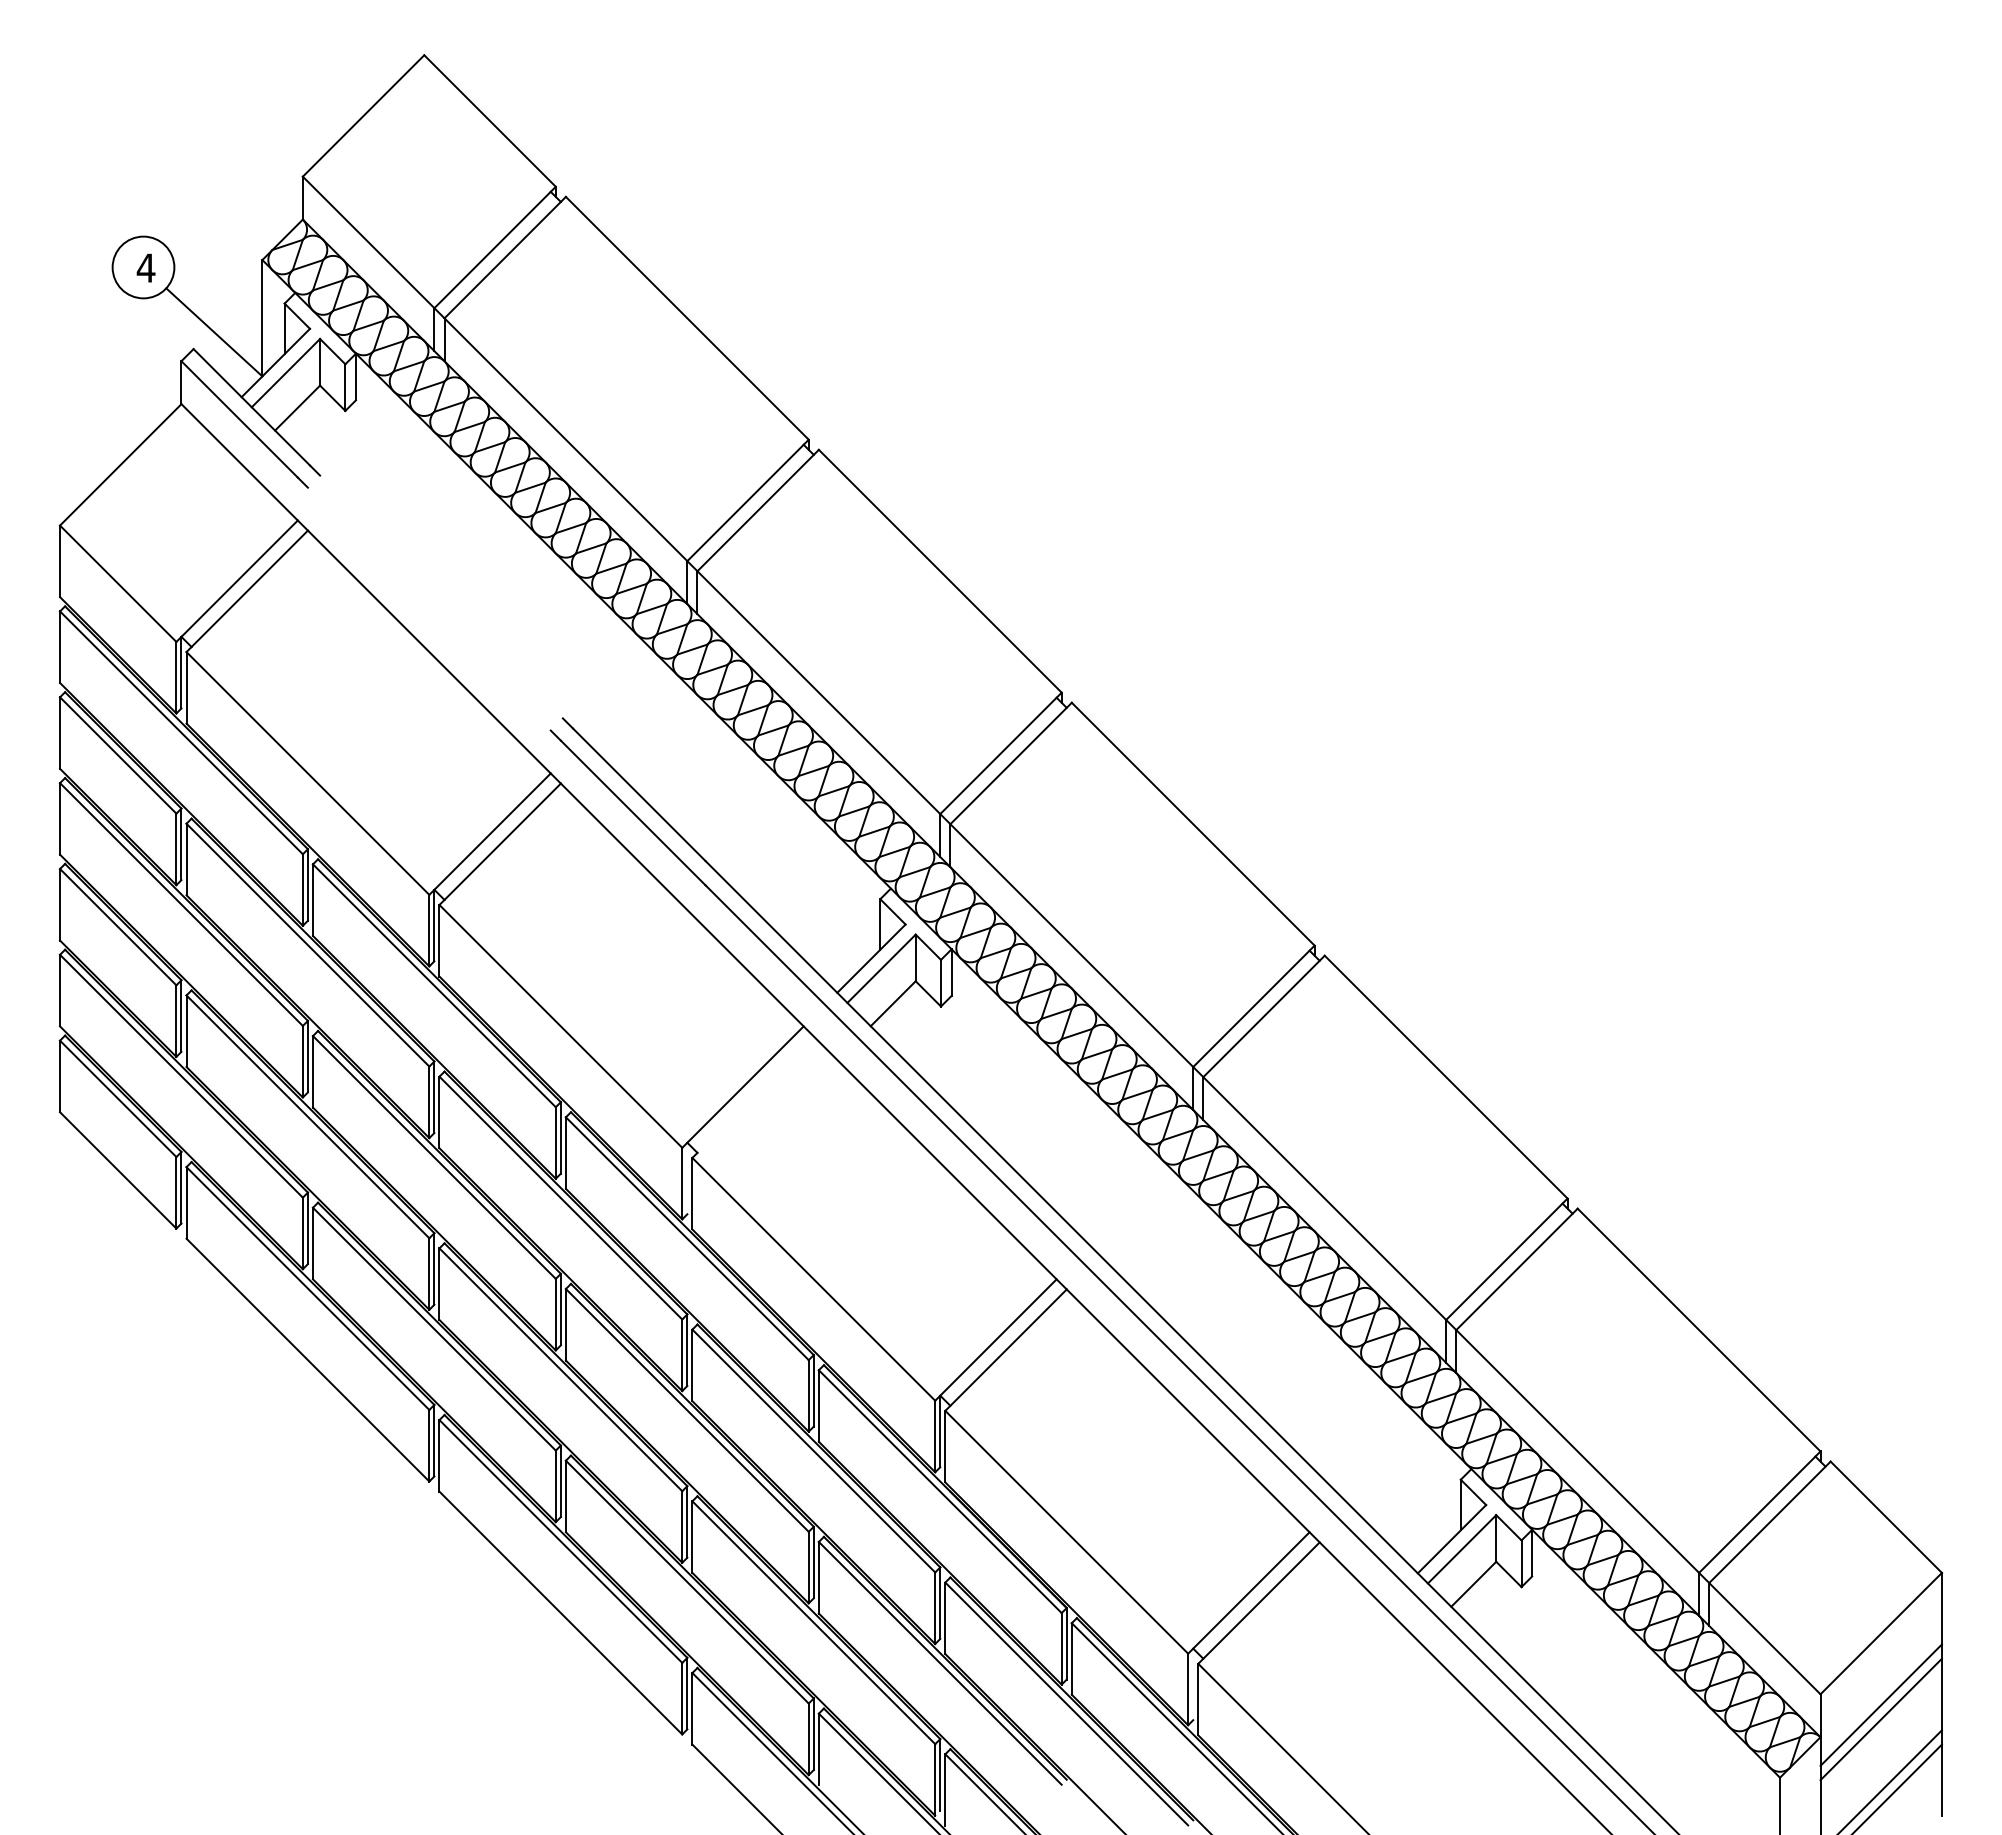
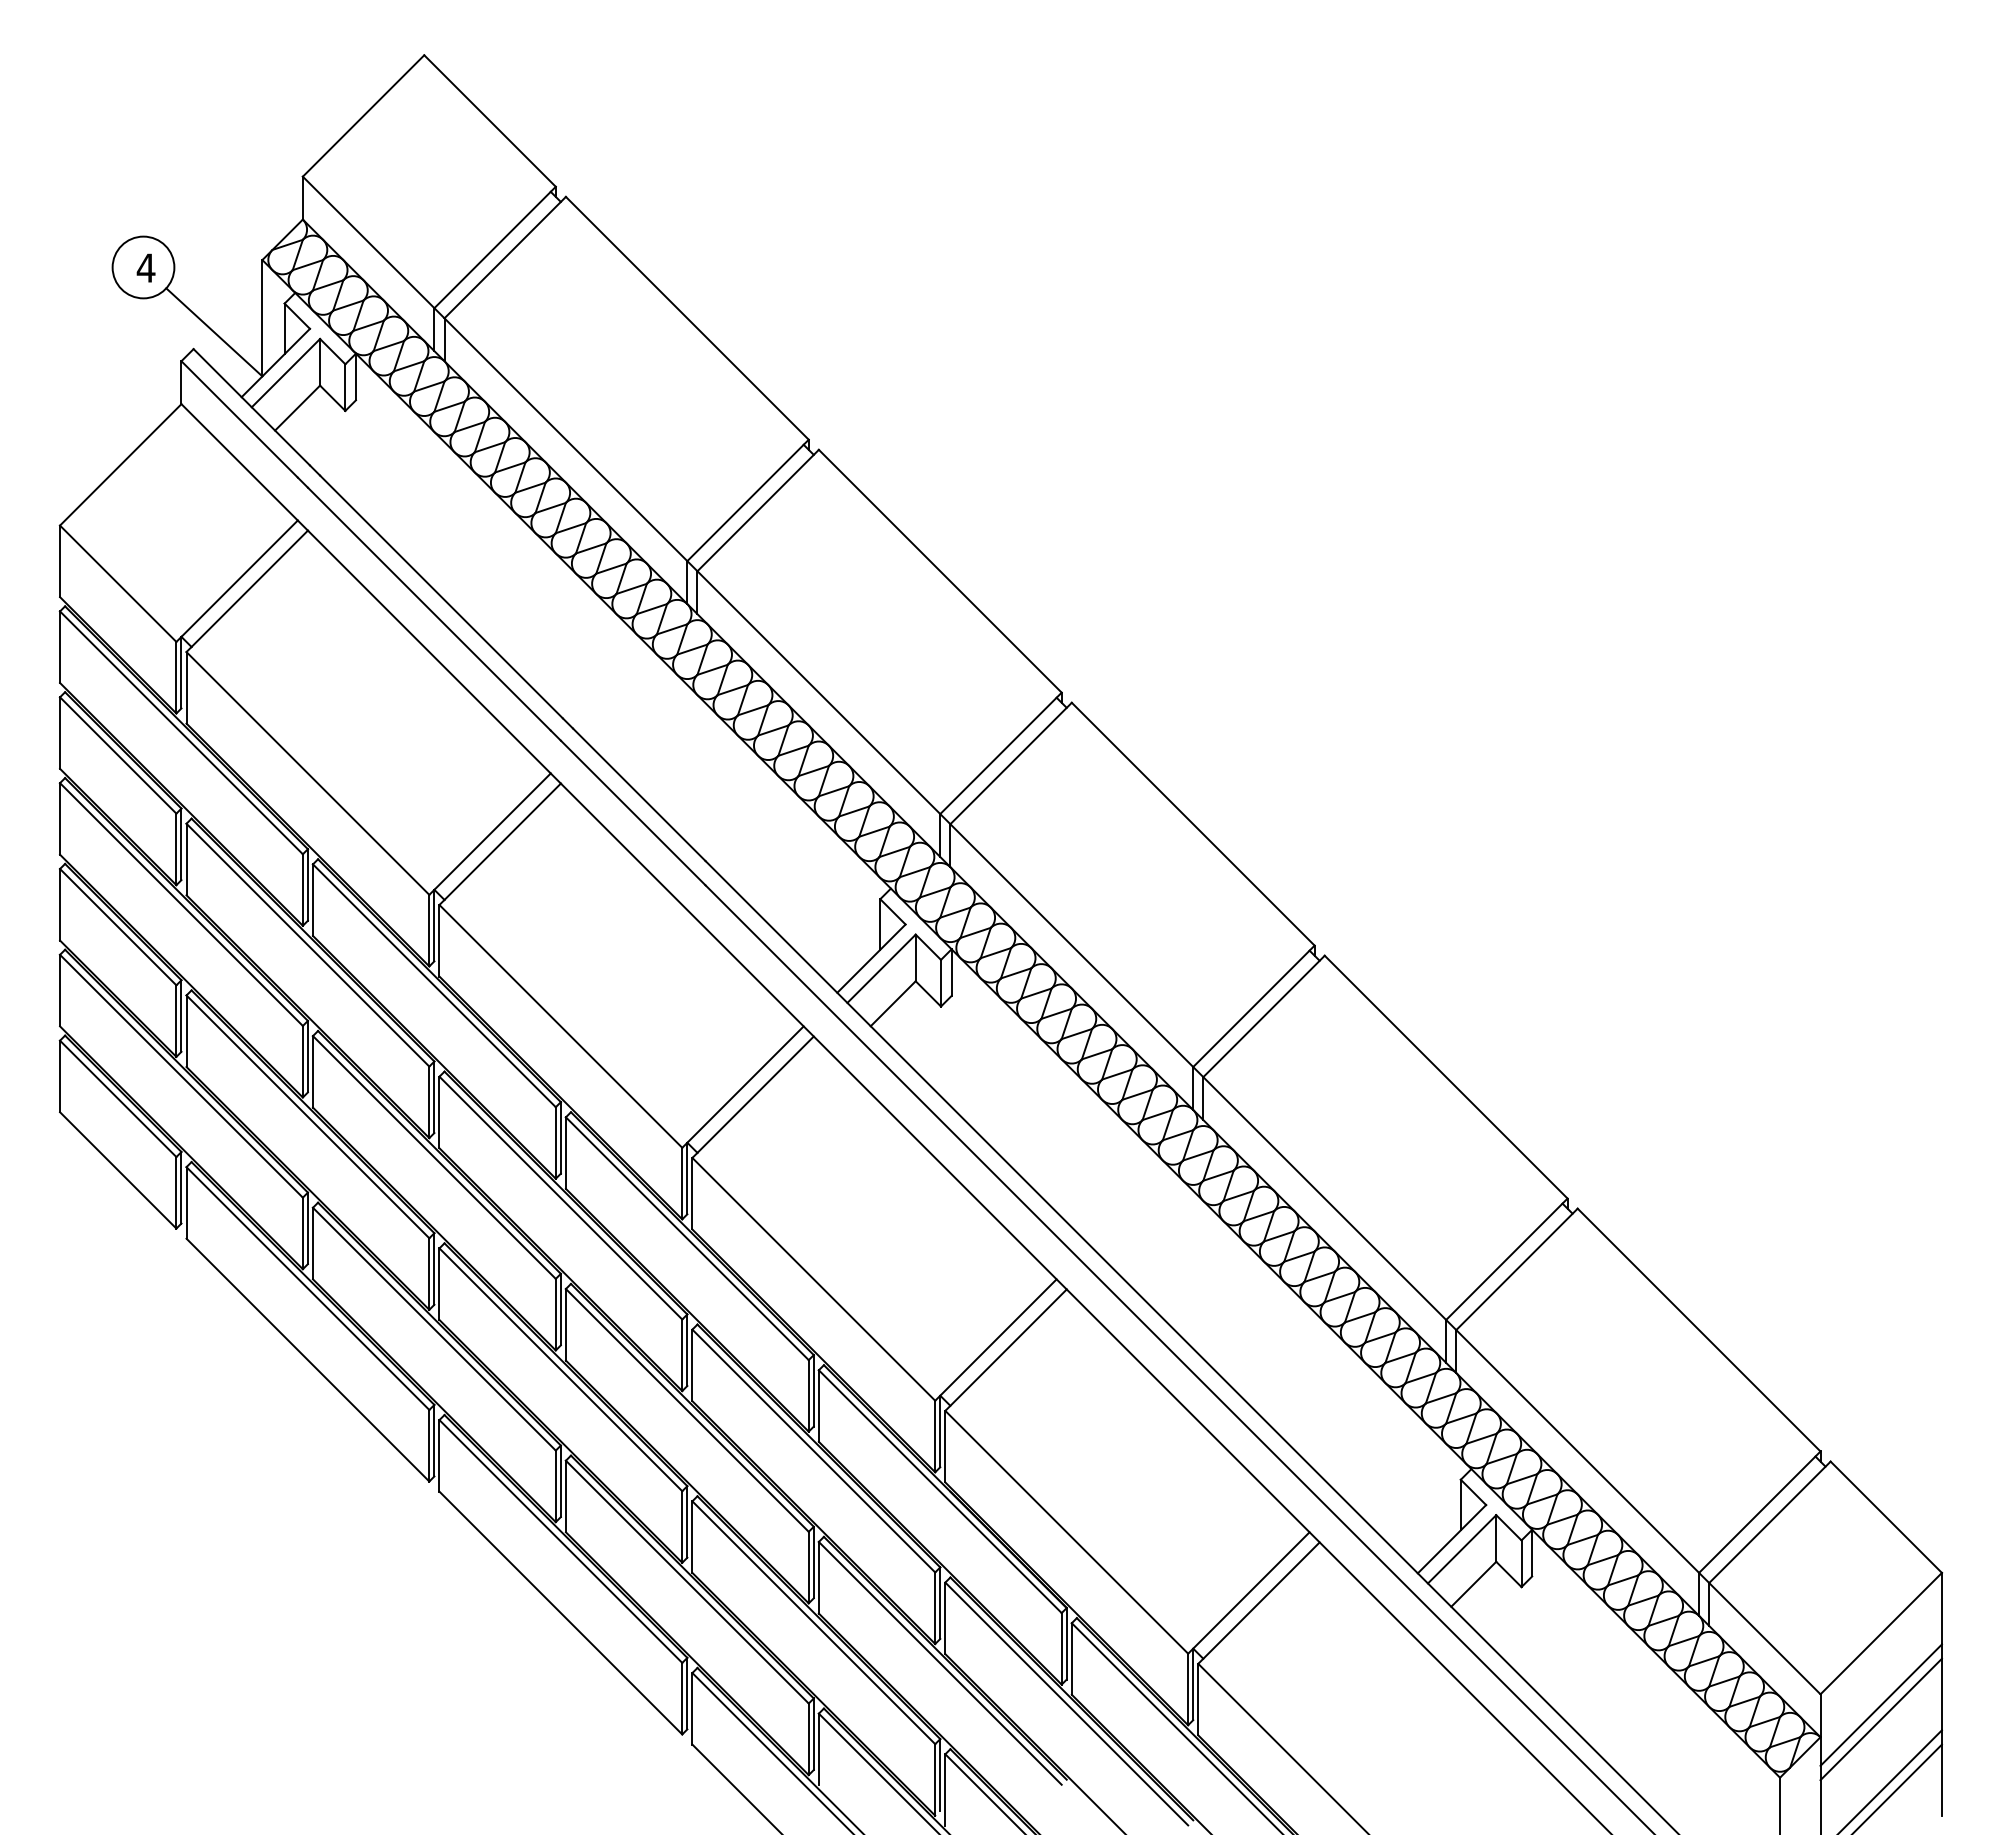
line at (441, 596): none -> present
line at (428, 608): none -> present
line at (755, 1094): none -> present
line at (687, 1178): none -> present
line at (1193, 1684): none -> present
